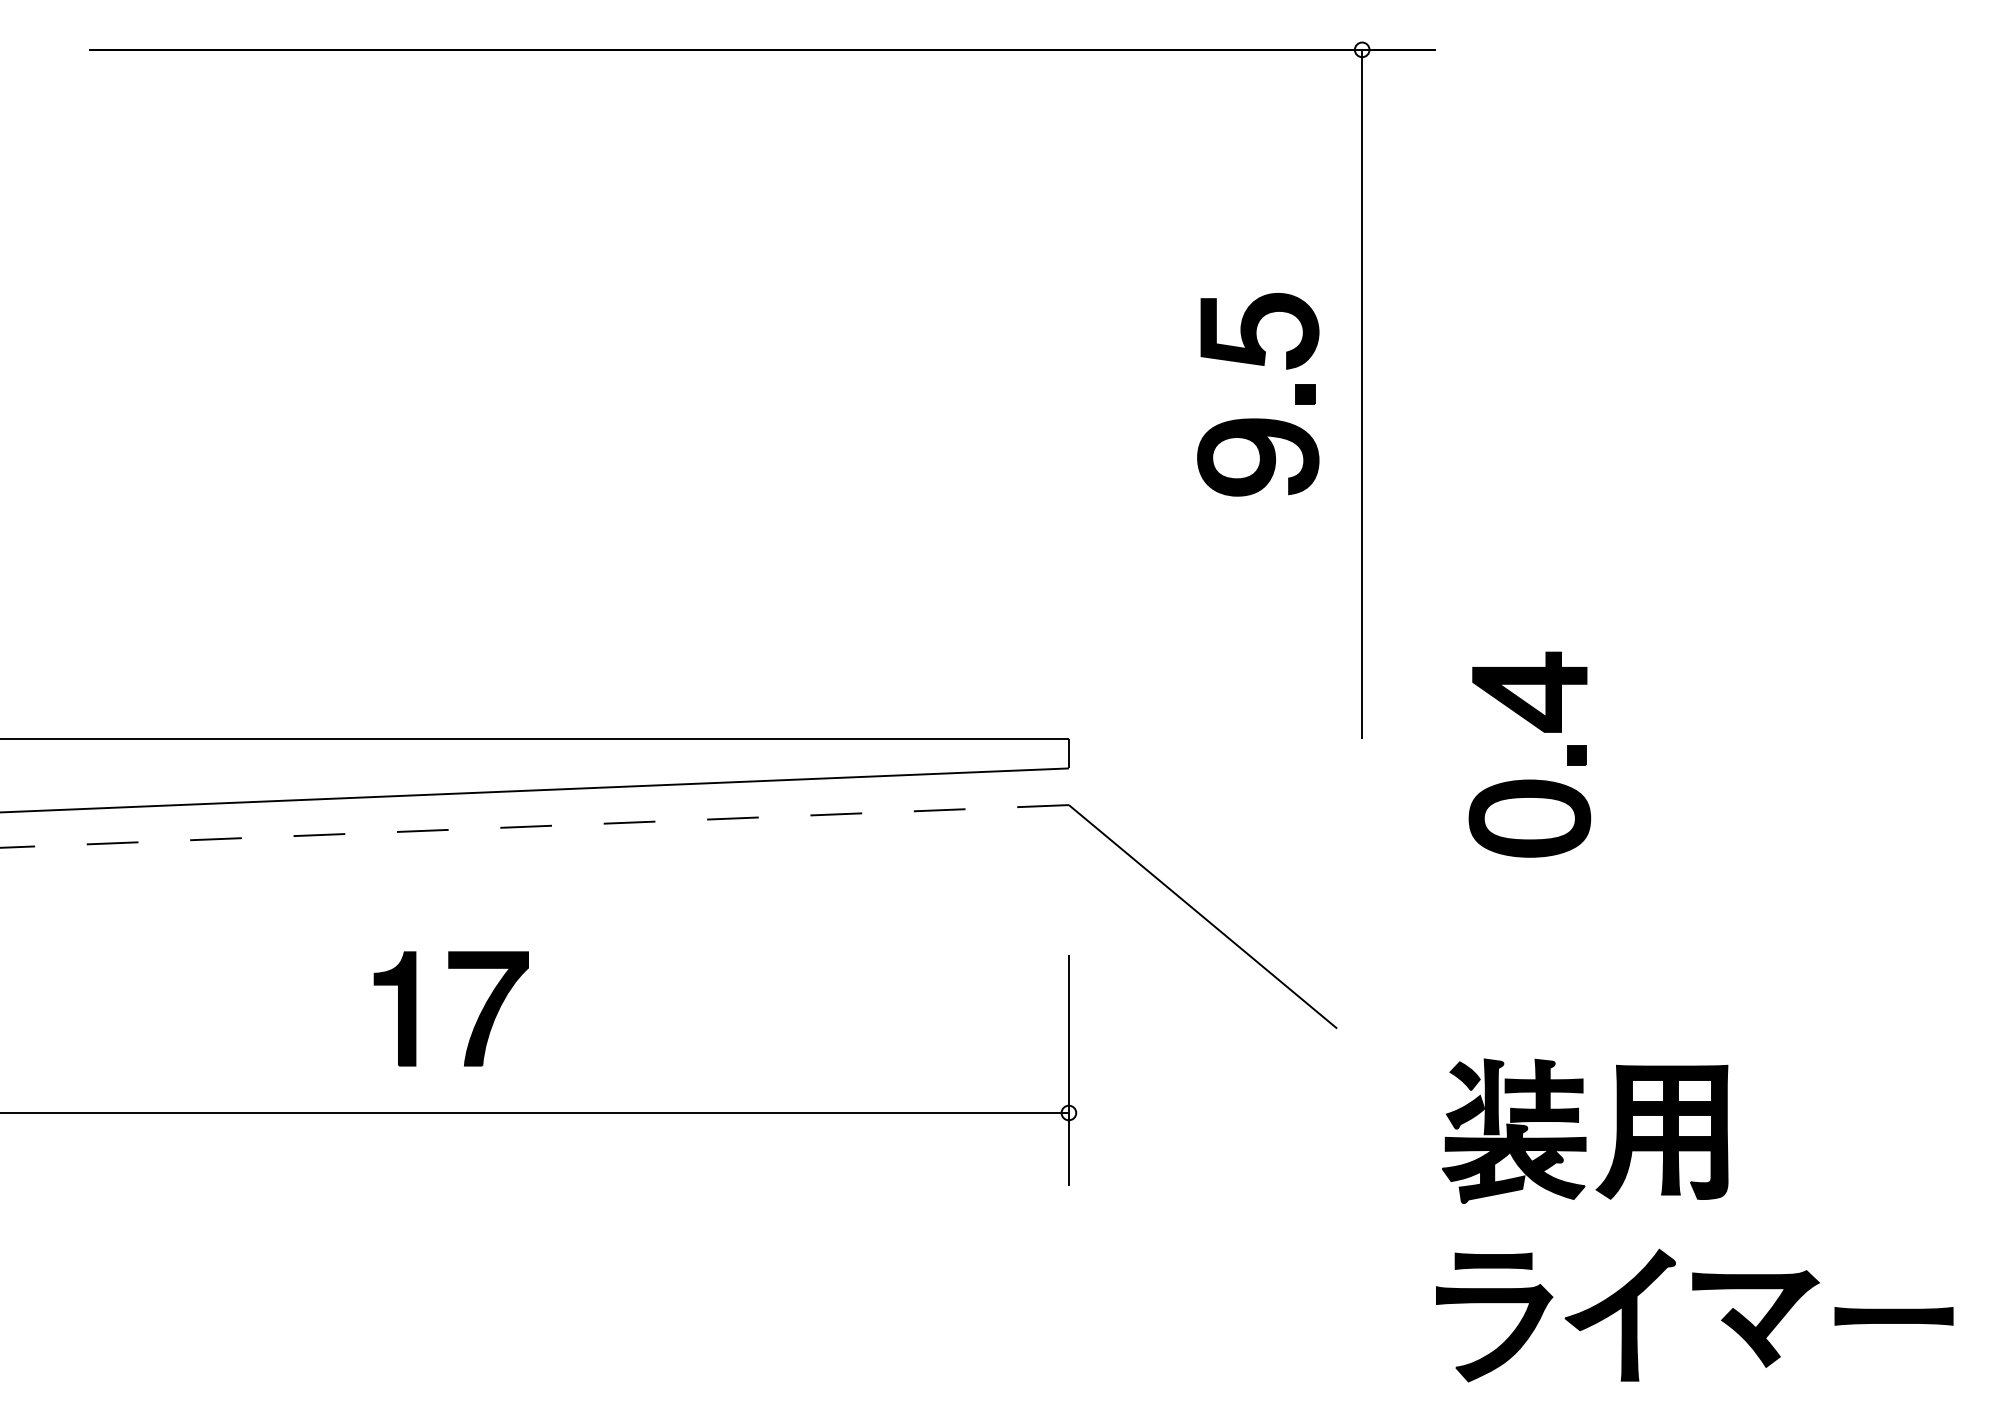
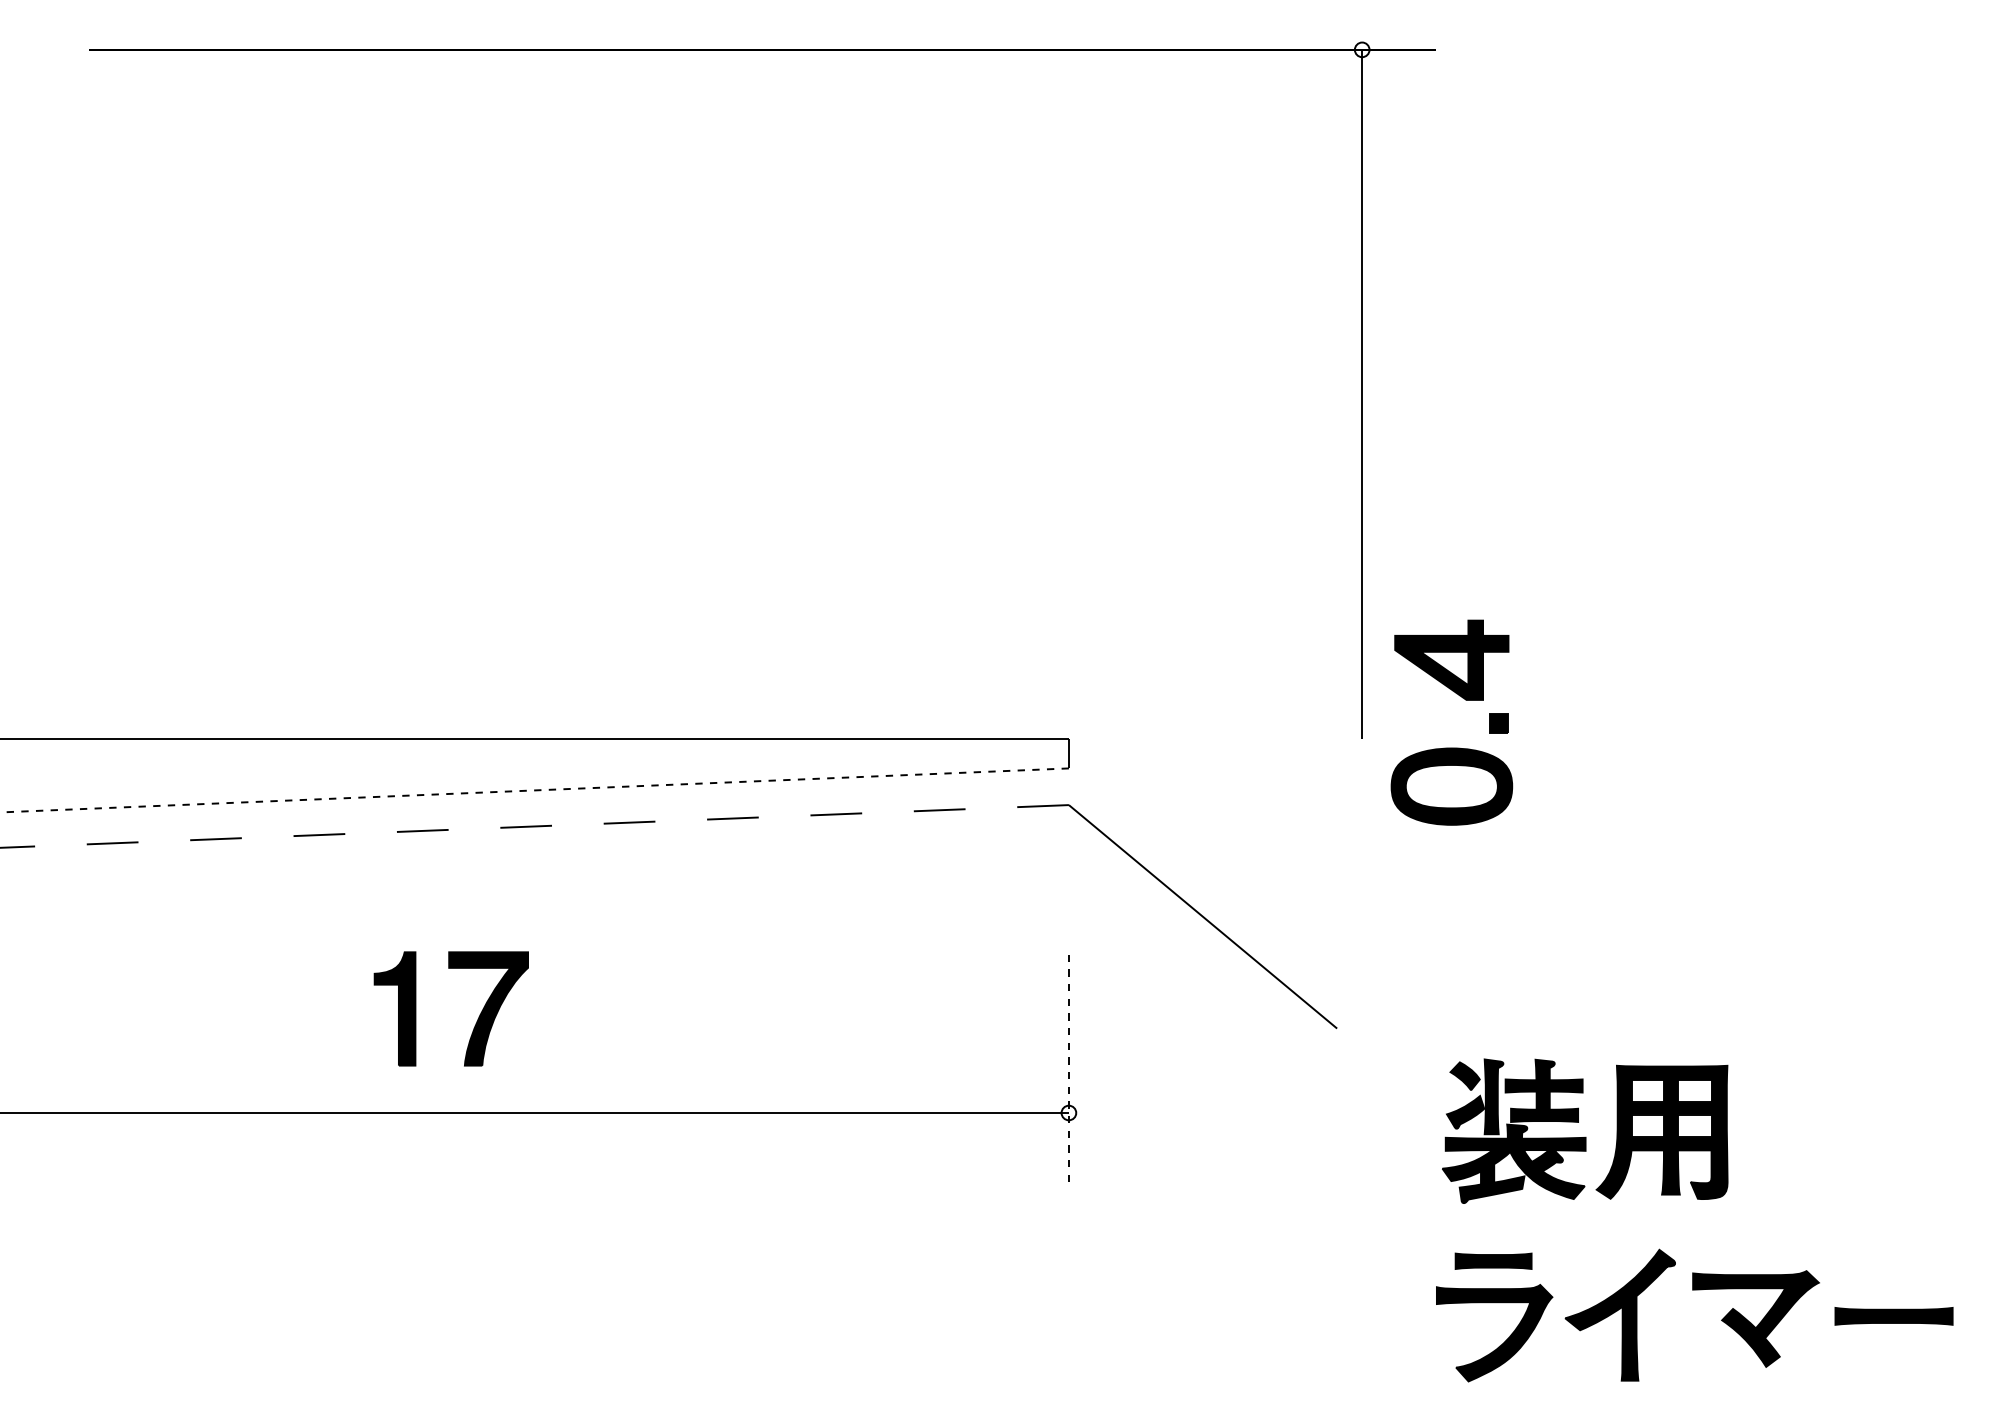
part at (1258, 418): present -> none
part at (1529, 779) position: (1529, 779) -> (1451, 747)
line at (534, 790): solid -> dashed
line at (1068, 1070): solid -> dashed
